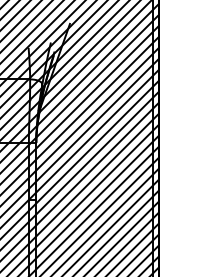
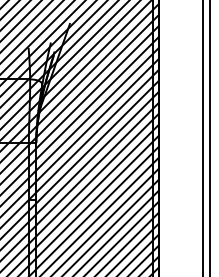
line at (203, 137): none -> present
line at (209, 137): none -> present
